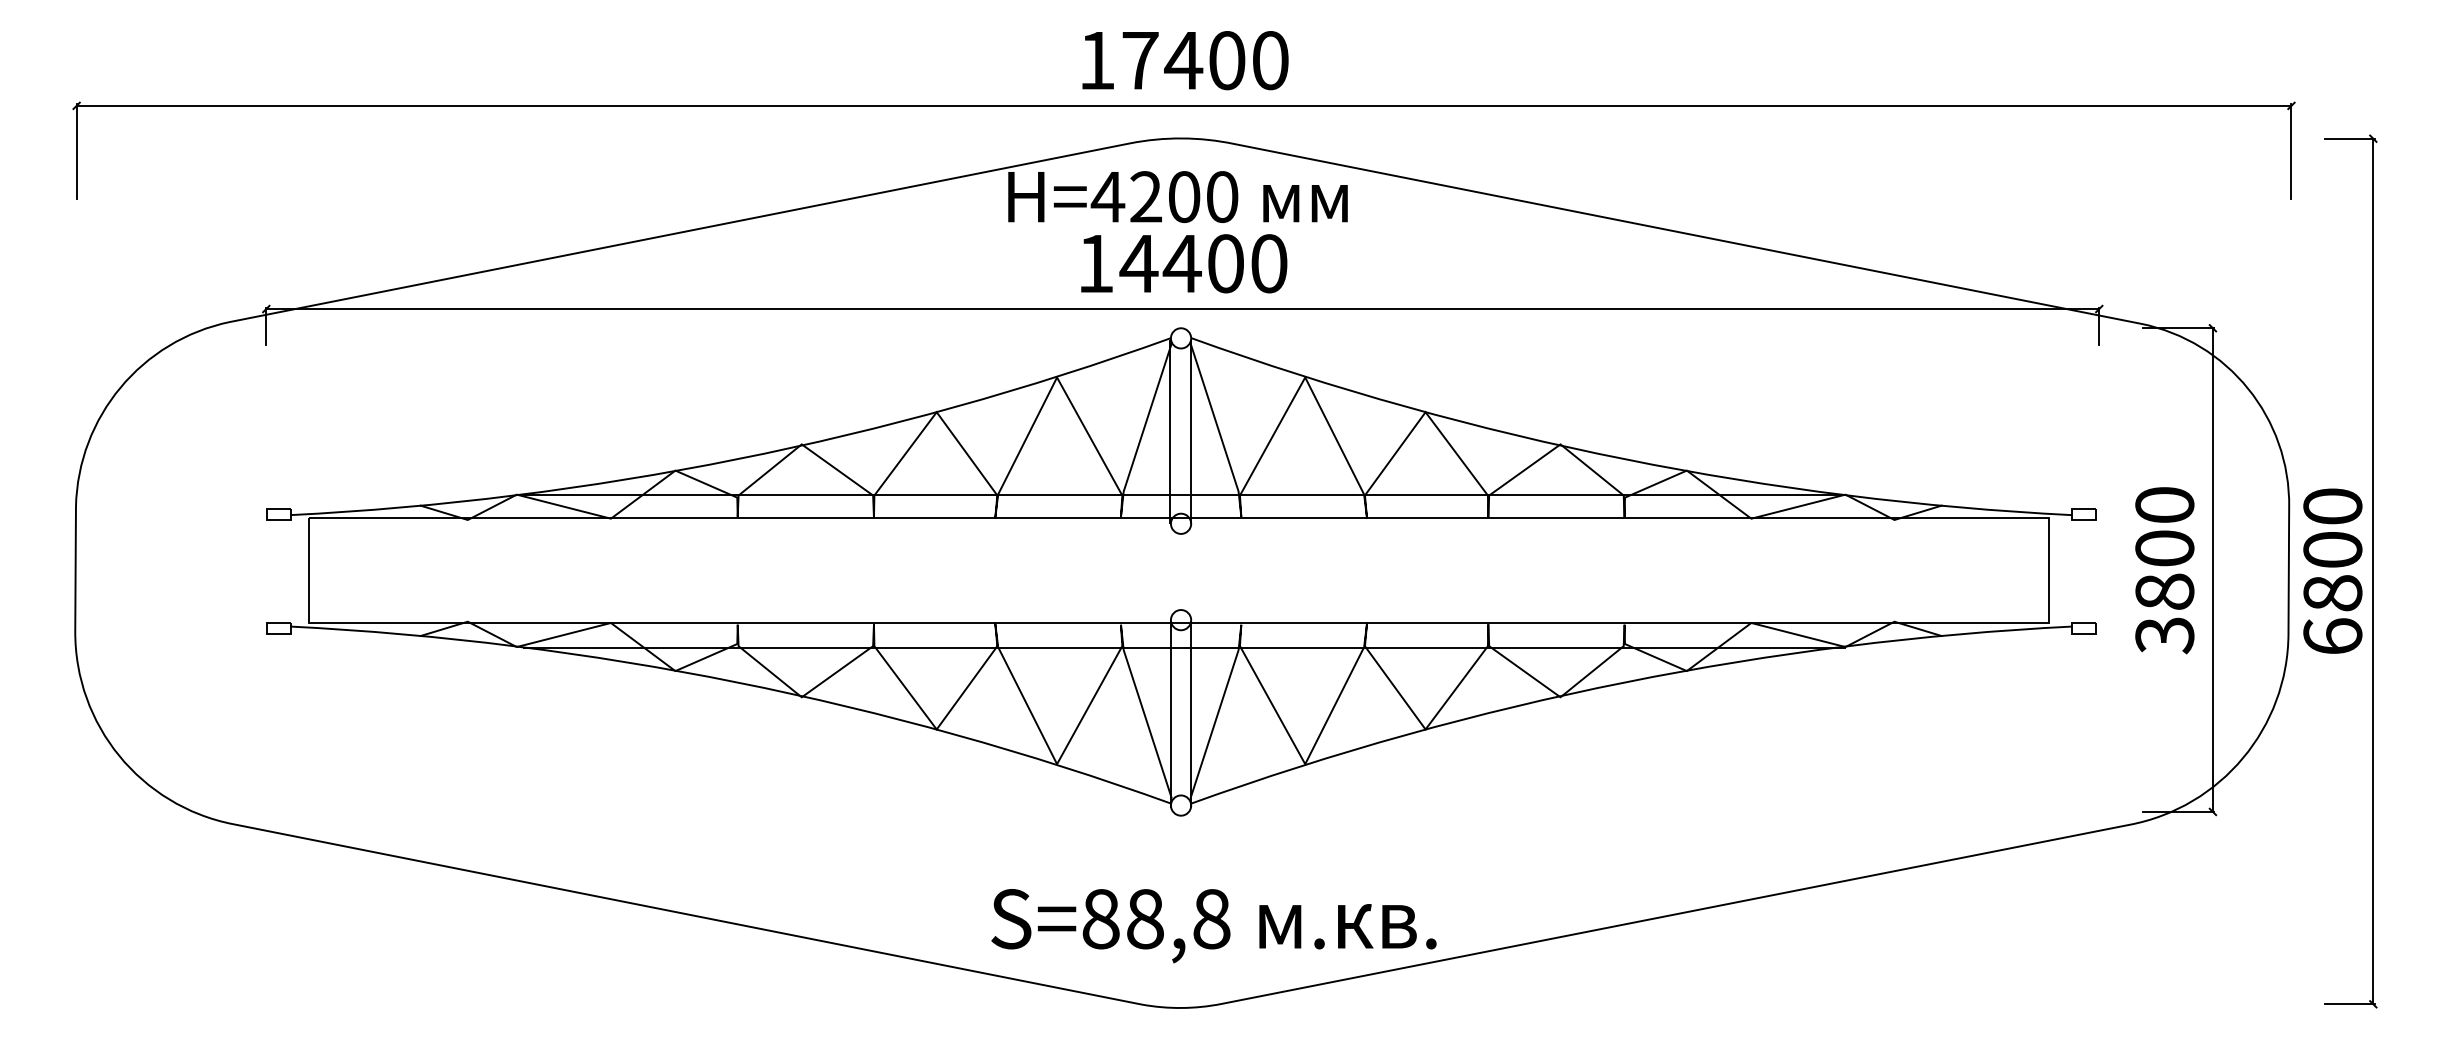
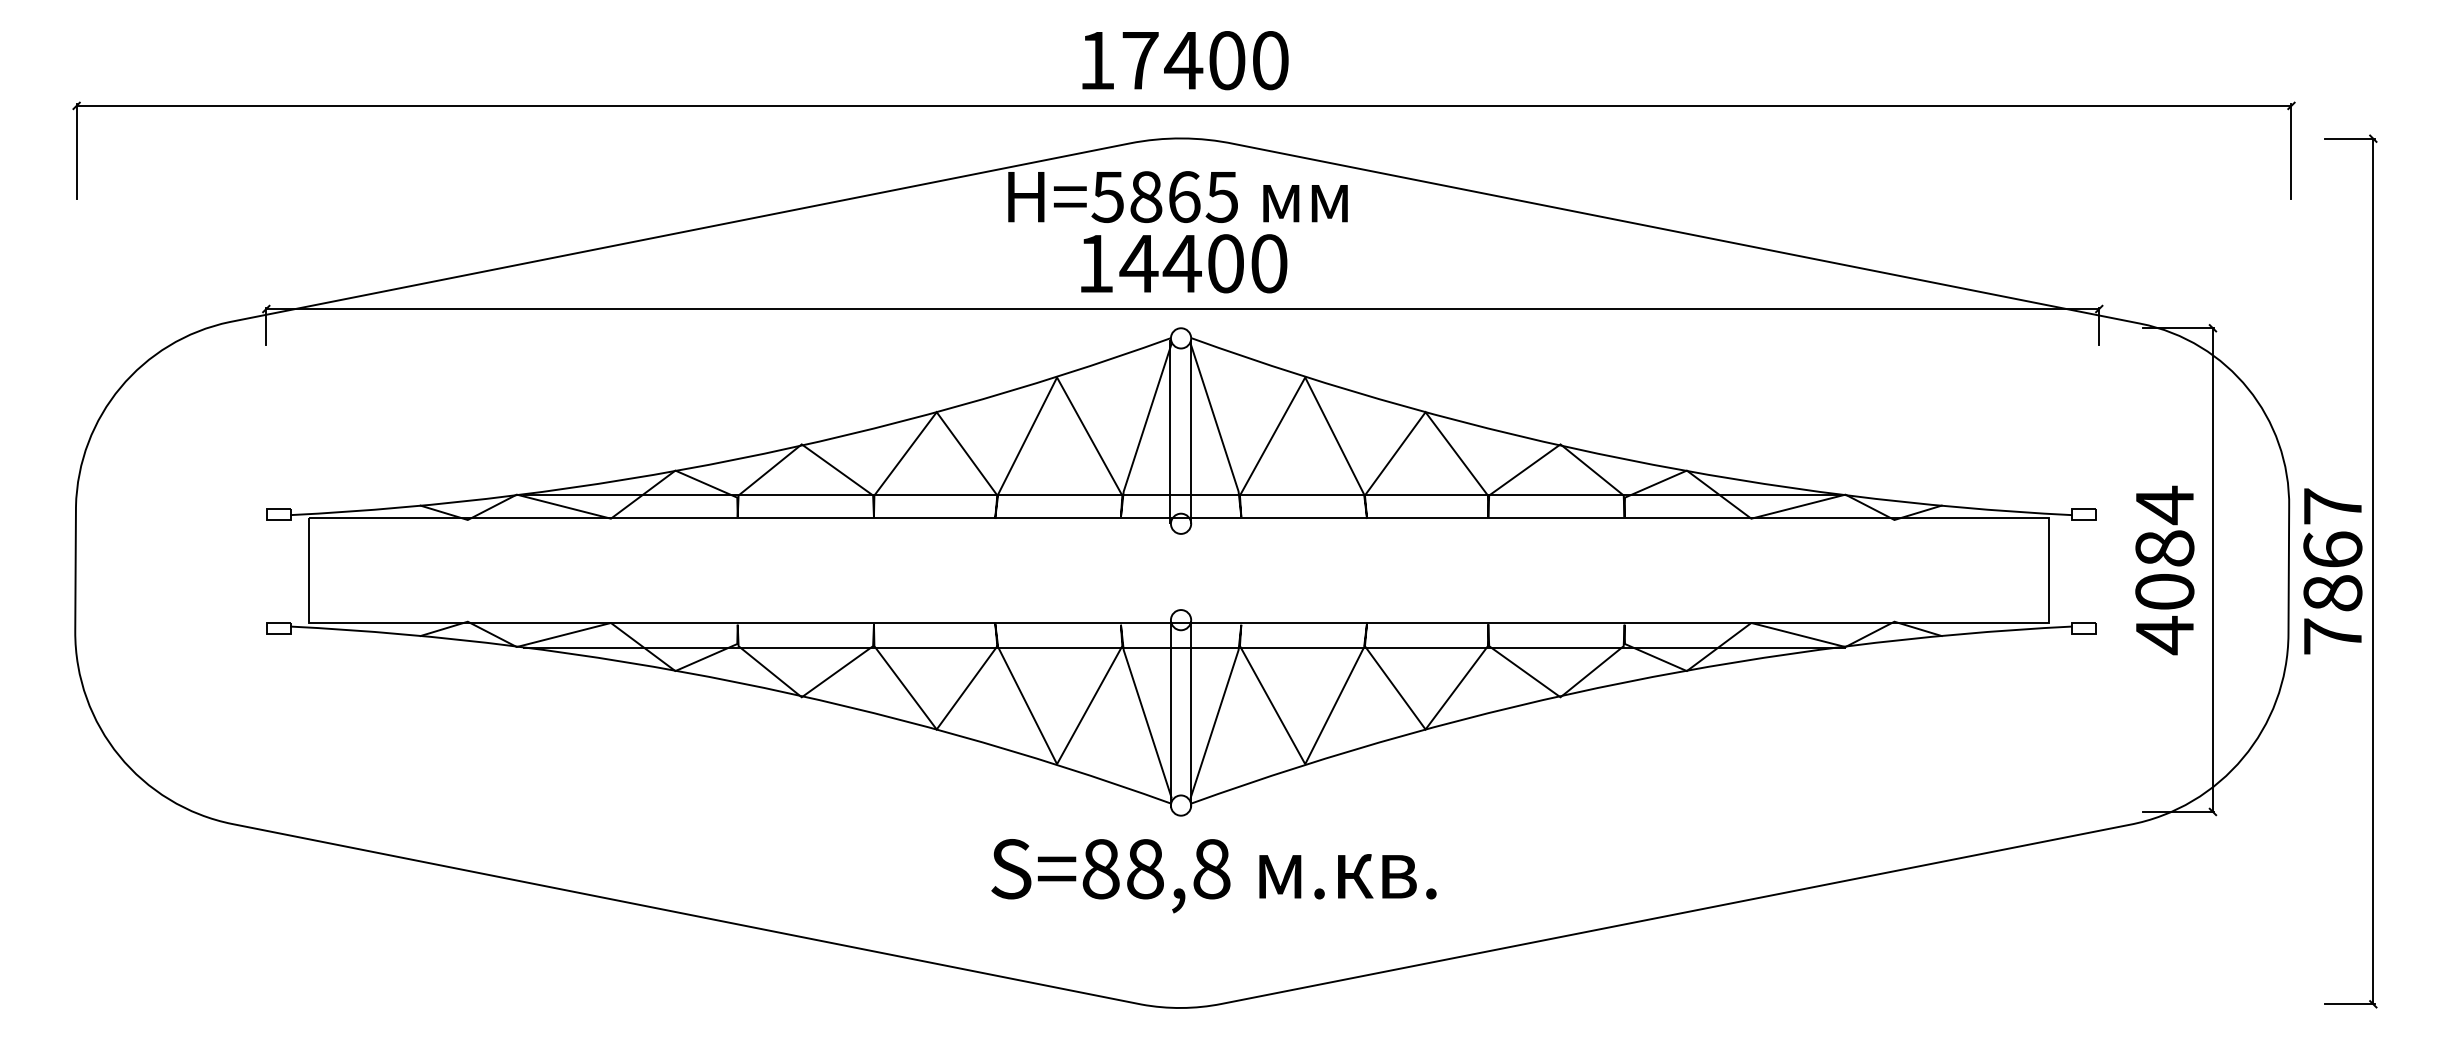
text at (1164, 197): H=4200 -> H=5865
text at (2164, 570): 3800 -> 4084
text at (2332, 571): 6800 -> 7867
text at (1213, 926) position: (1213, 926) -> (1213, 876)
